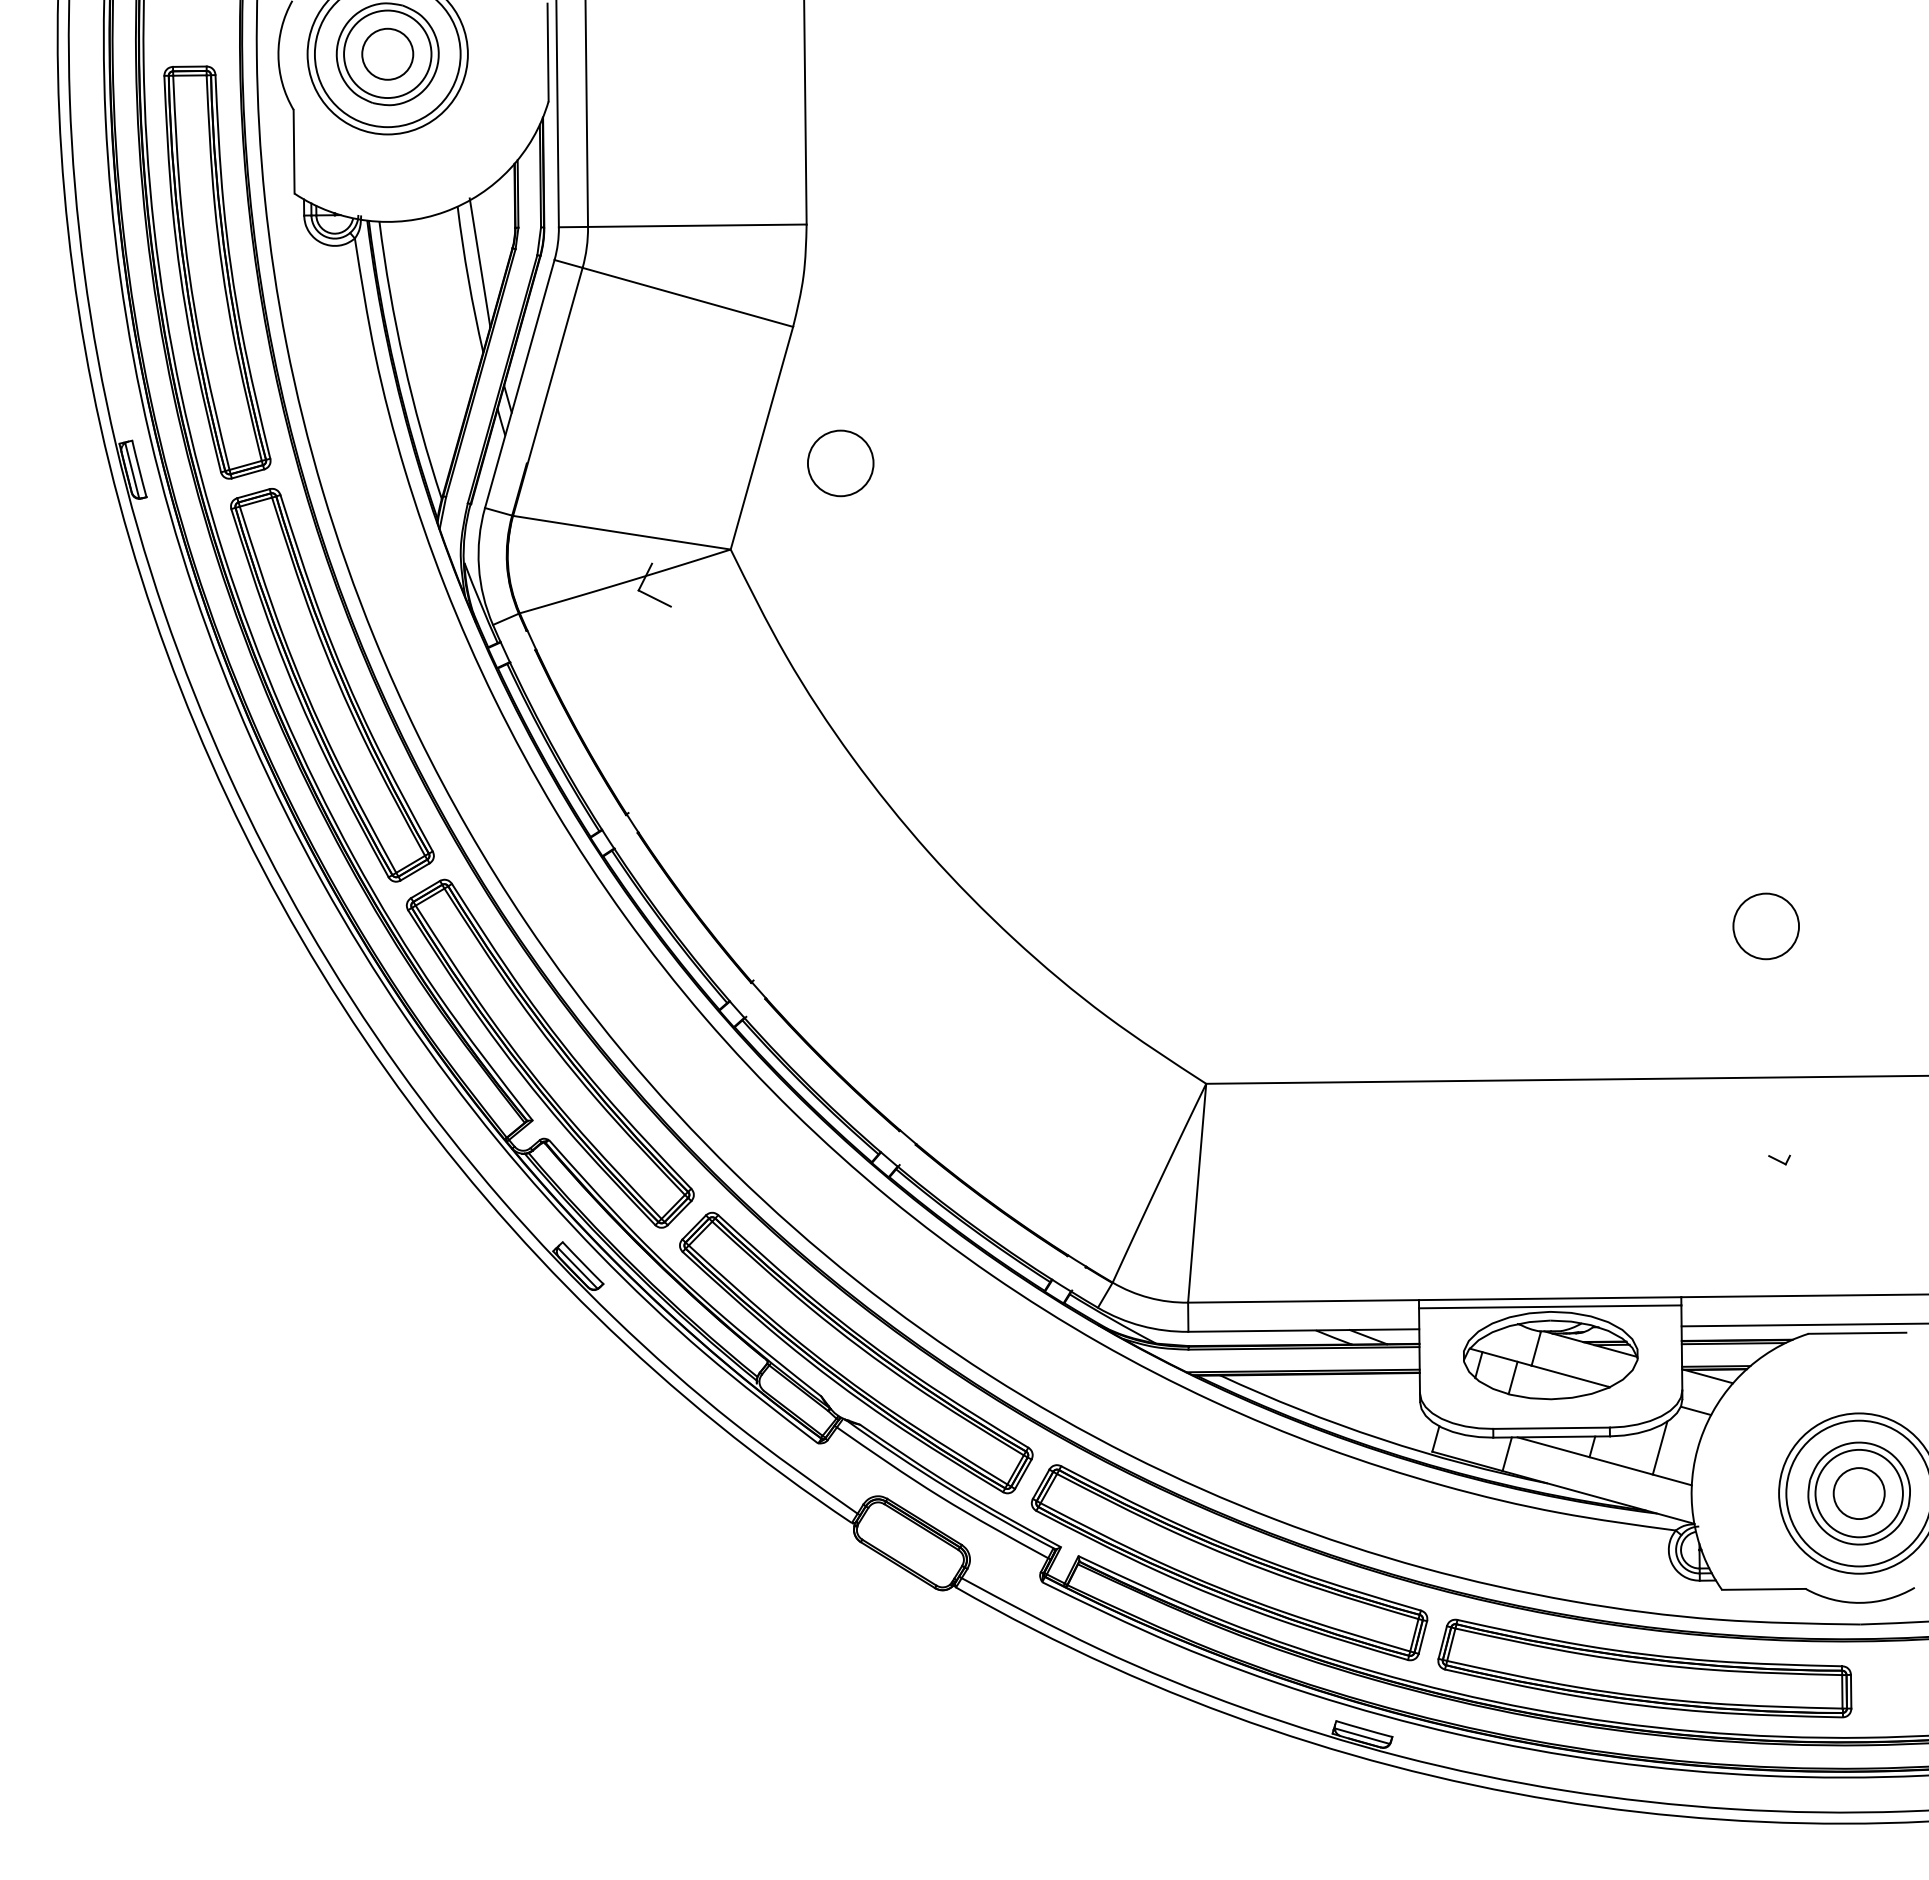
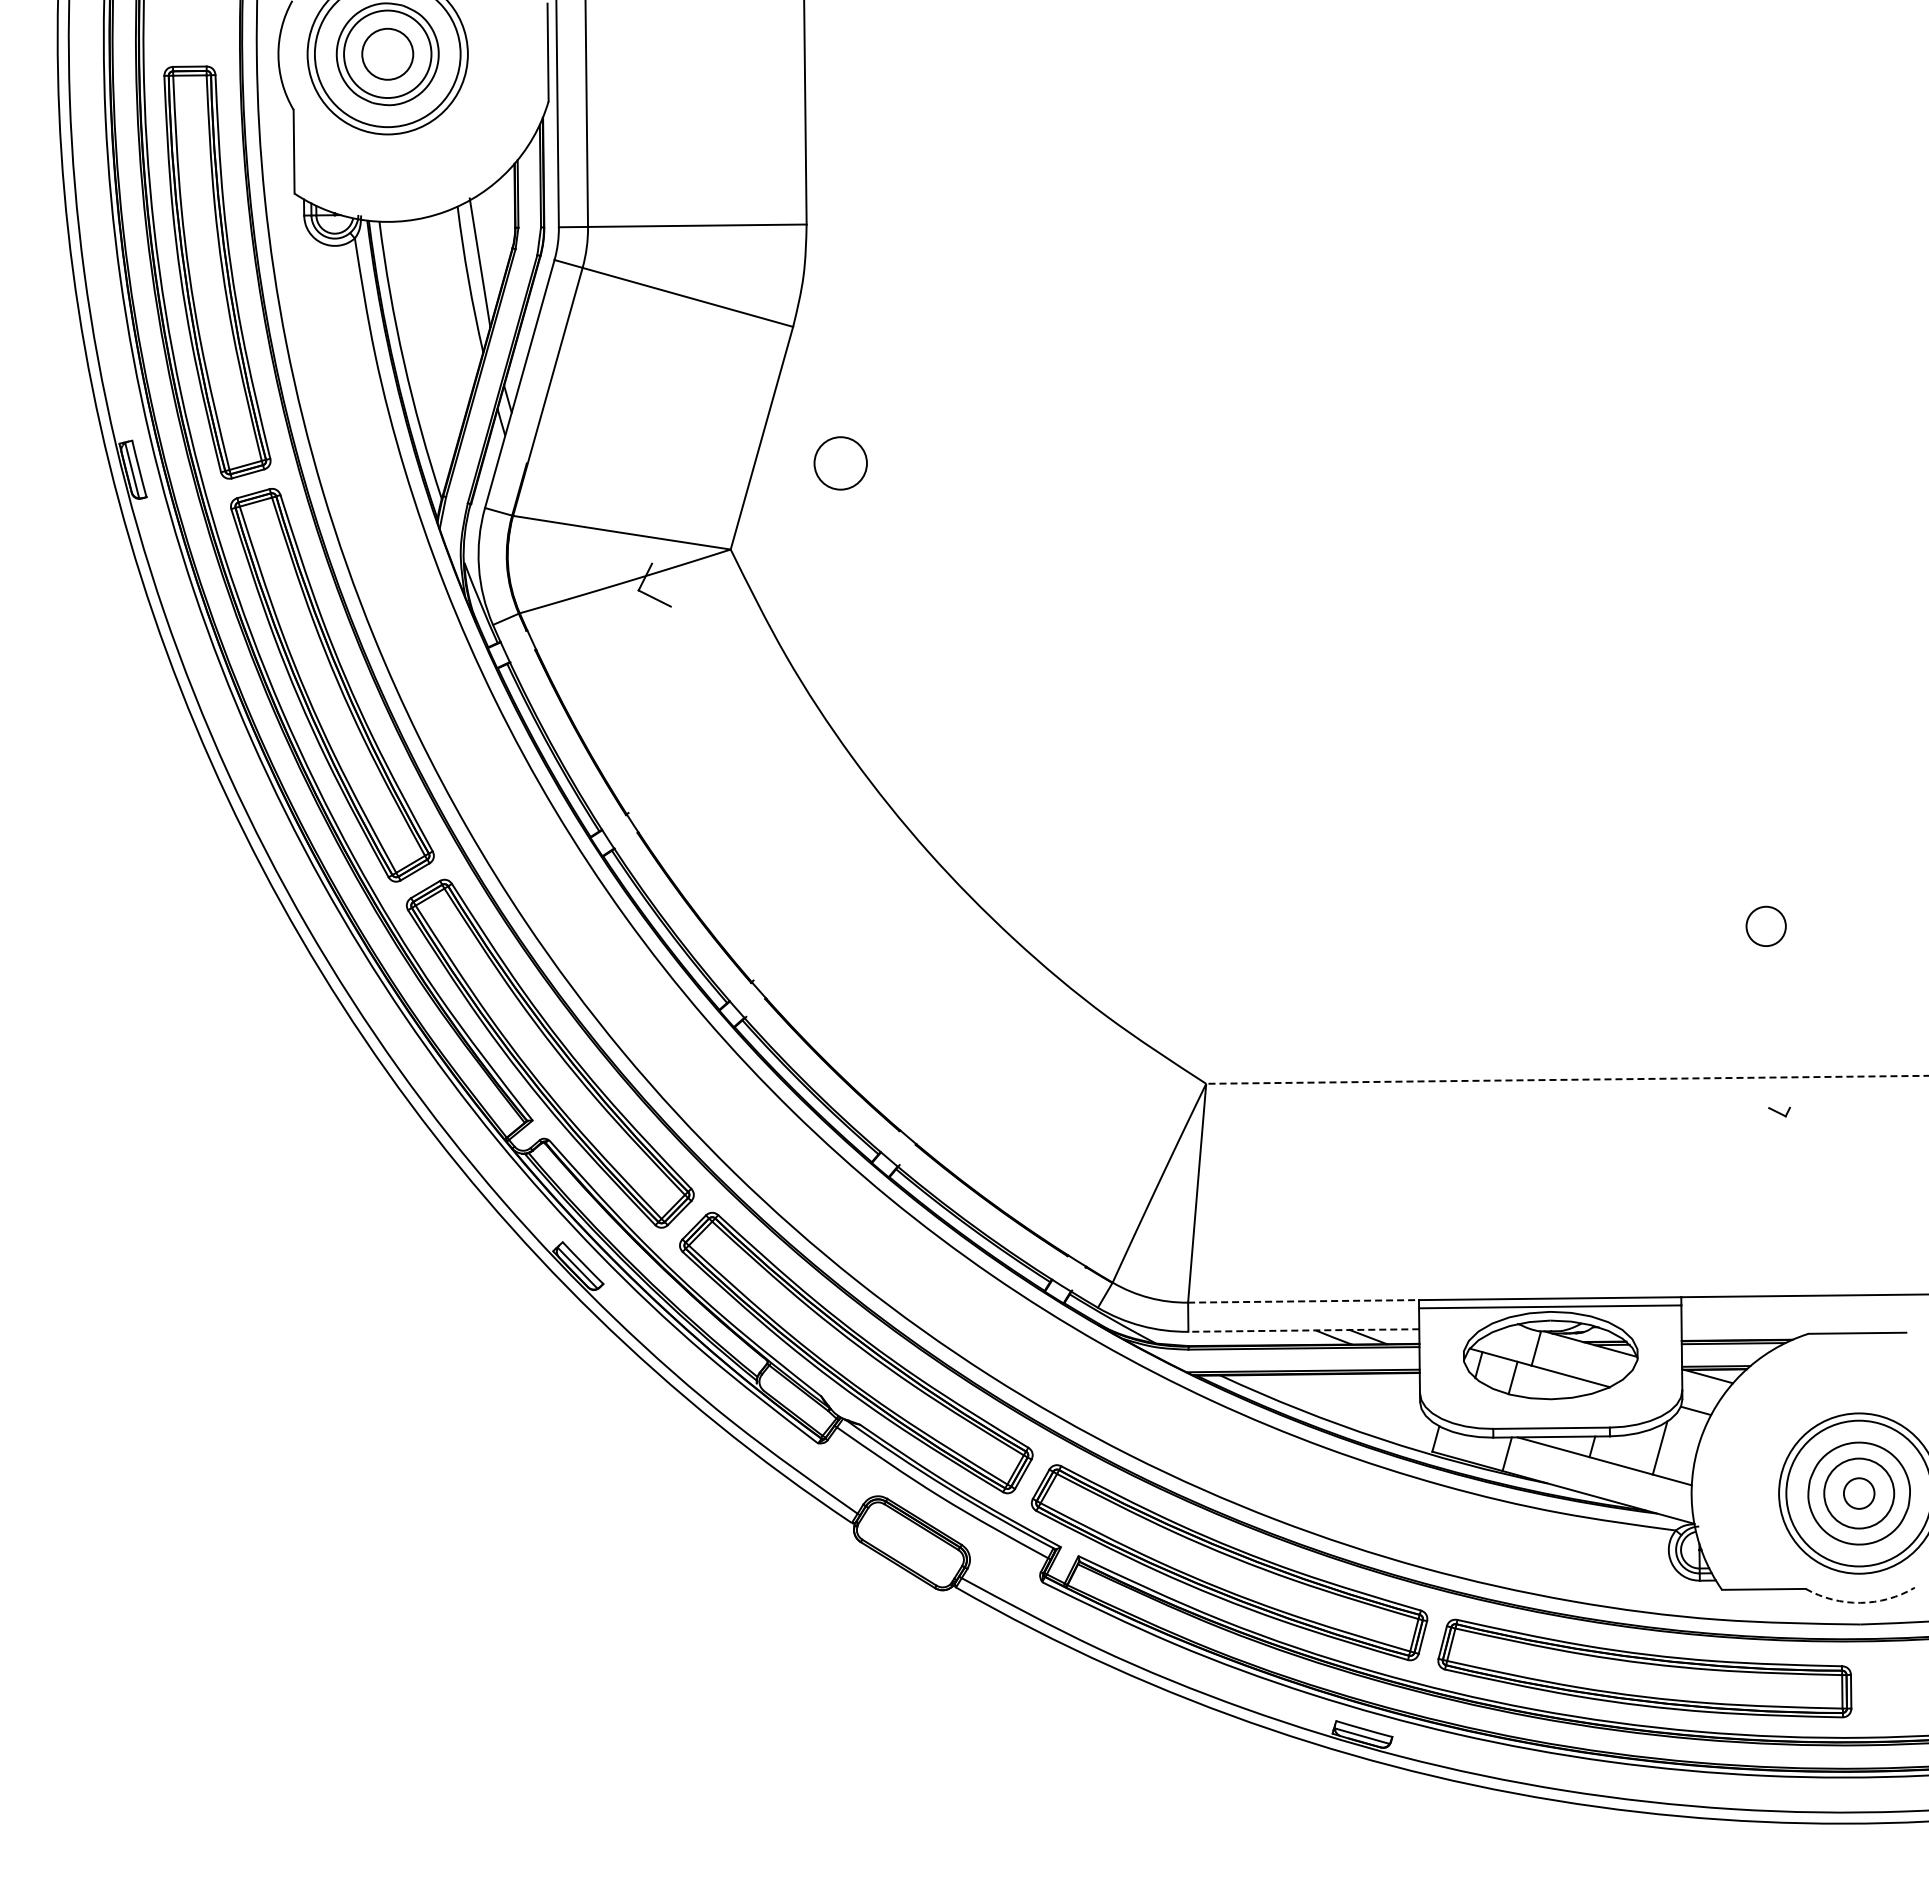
circle at (840, 463) diameter: 66 px -> 52 px
circle at (1766, 926) diameter: 66 px -> 39 px
line at (1566, 1079): solid -> dashed
part at (1779, 1159) position: (1779, 1159) -> (1779, 1111)
line at (1304, 1301): solid -> dashed
line at (1803, 1324): present -> none
line at (1303, 1330): solid -> dashed
circle at (1858, 1493) diameter: 51 px -> 31 px
circle at (1858, 1493) diameter: 87 px -> 70 px
arc at (1860, 1602): solid -> dashed
